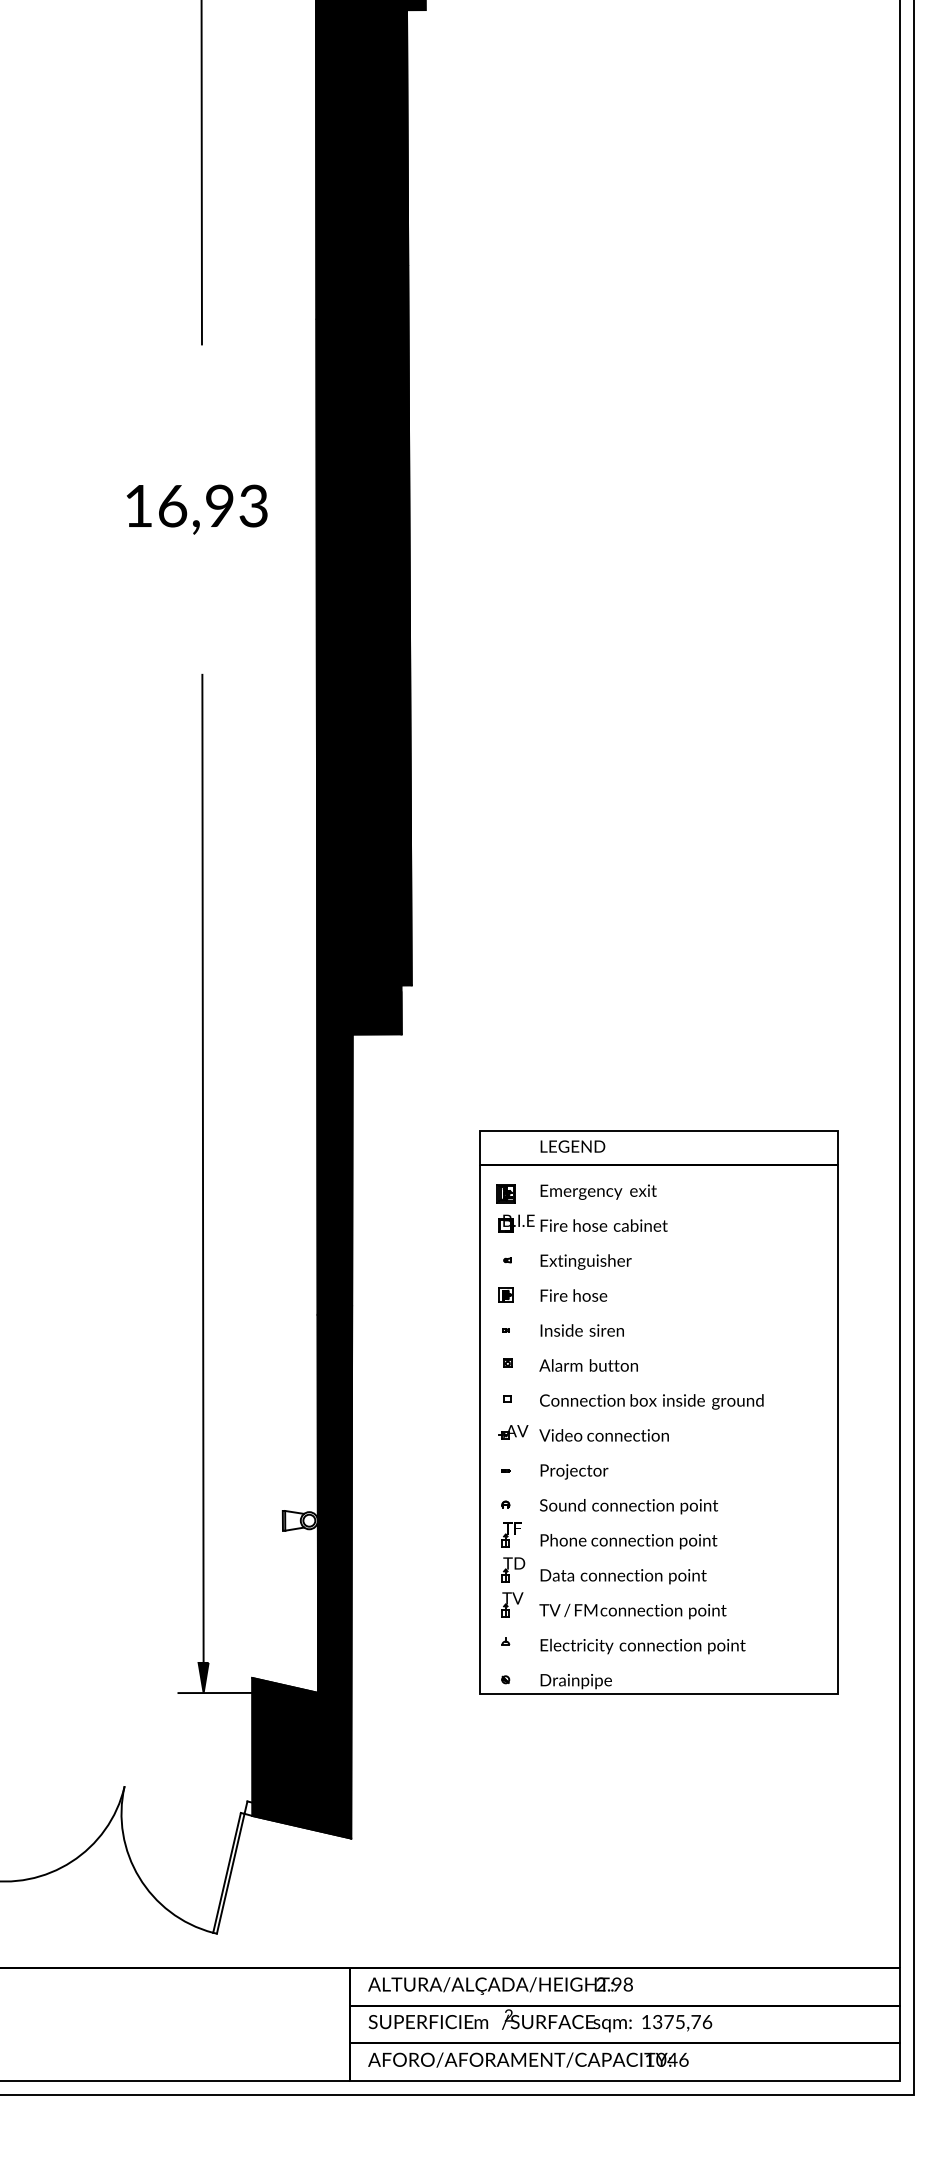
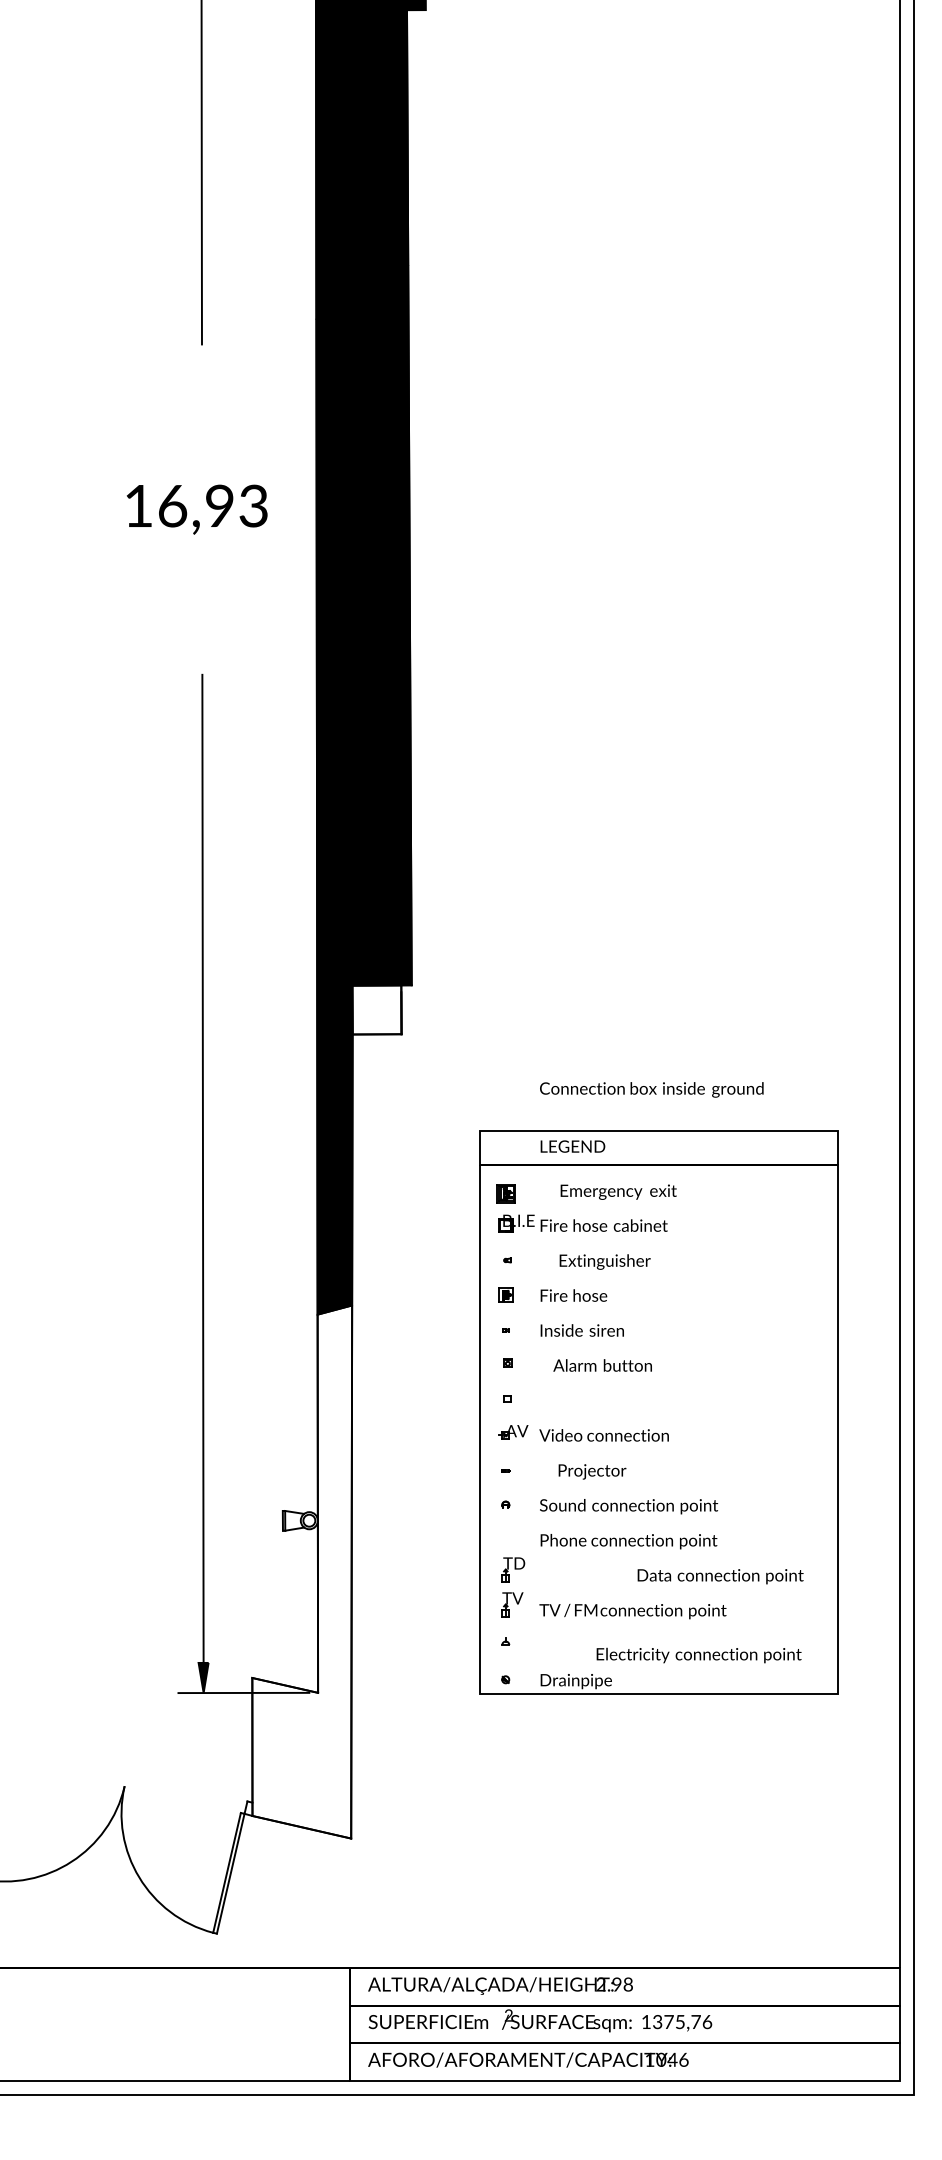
fill at (376, 1009): present -> none
text at (598, 1191) position: (598, 1191) -> (618, 1191)
text at (585, 1261) position: (585, 1261) -> (604, 1261)
text at (588, 1365) position: (588, 1365) -> (602, 1365)
text at (651, 1401) position: (651, 1401) -> (651, 1089)
text at (574, 1471) position: (574, 1471) -> (592, 1471)
part at (511, 1534): present -> none
fill at (302, 1571): present -> none
text at (623, 1576) position: (623, 1576) -> (720, 1576)
text at (642, 1646) position: (642, 1646) -> (698, 1655)
